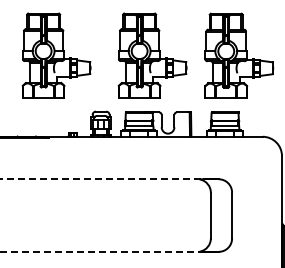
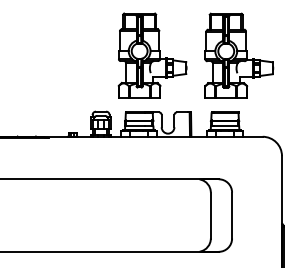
part at (56, 55): present -> none
line at (103, 179): dashed -> solid
line at (101, 251): dashed -> solid
